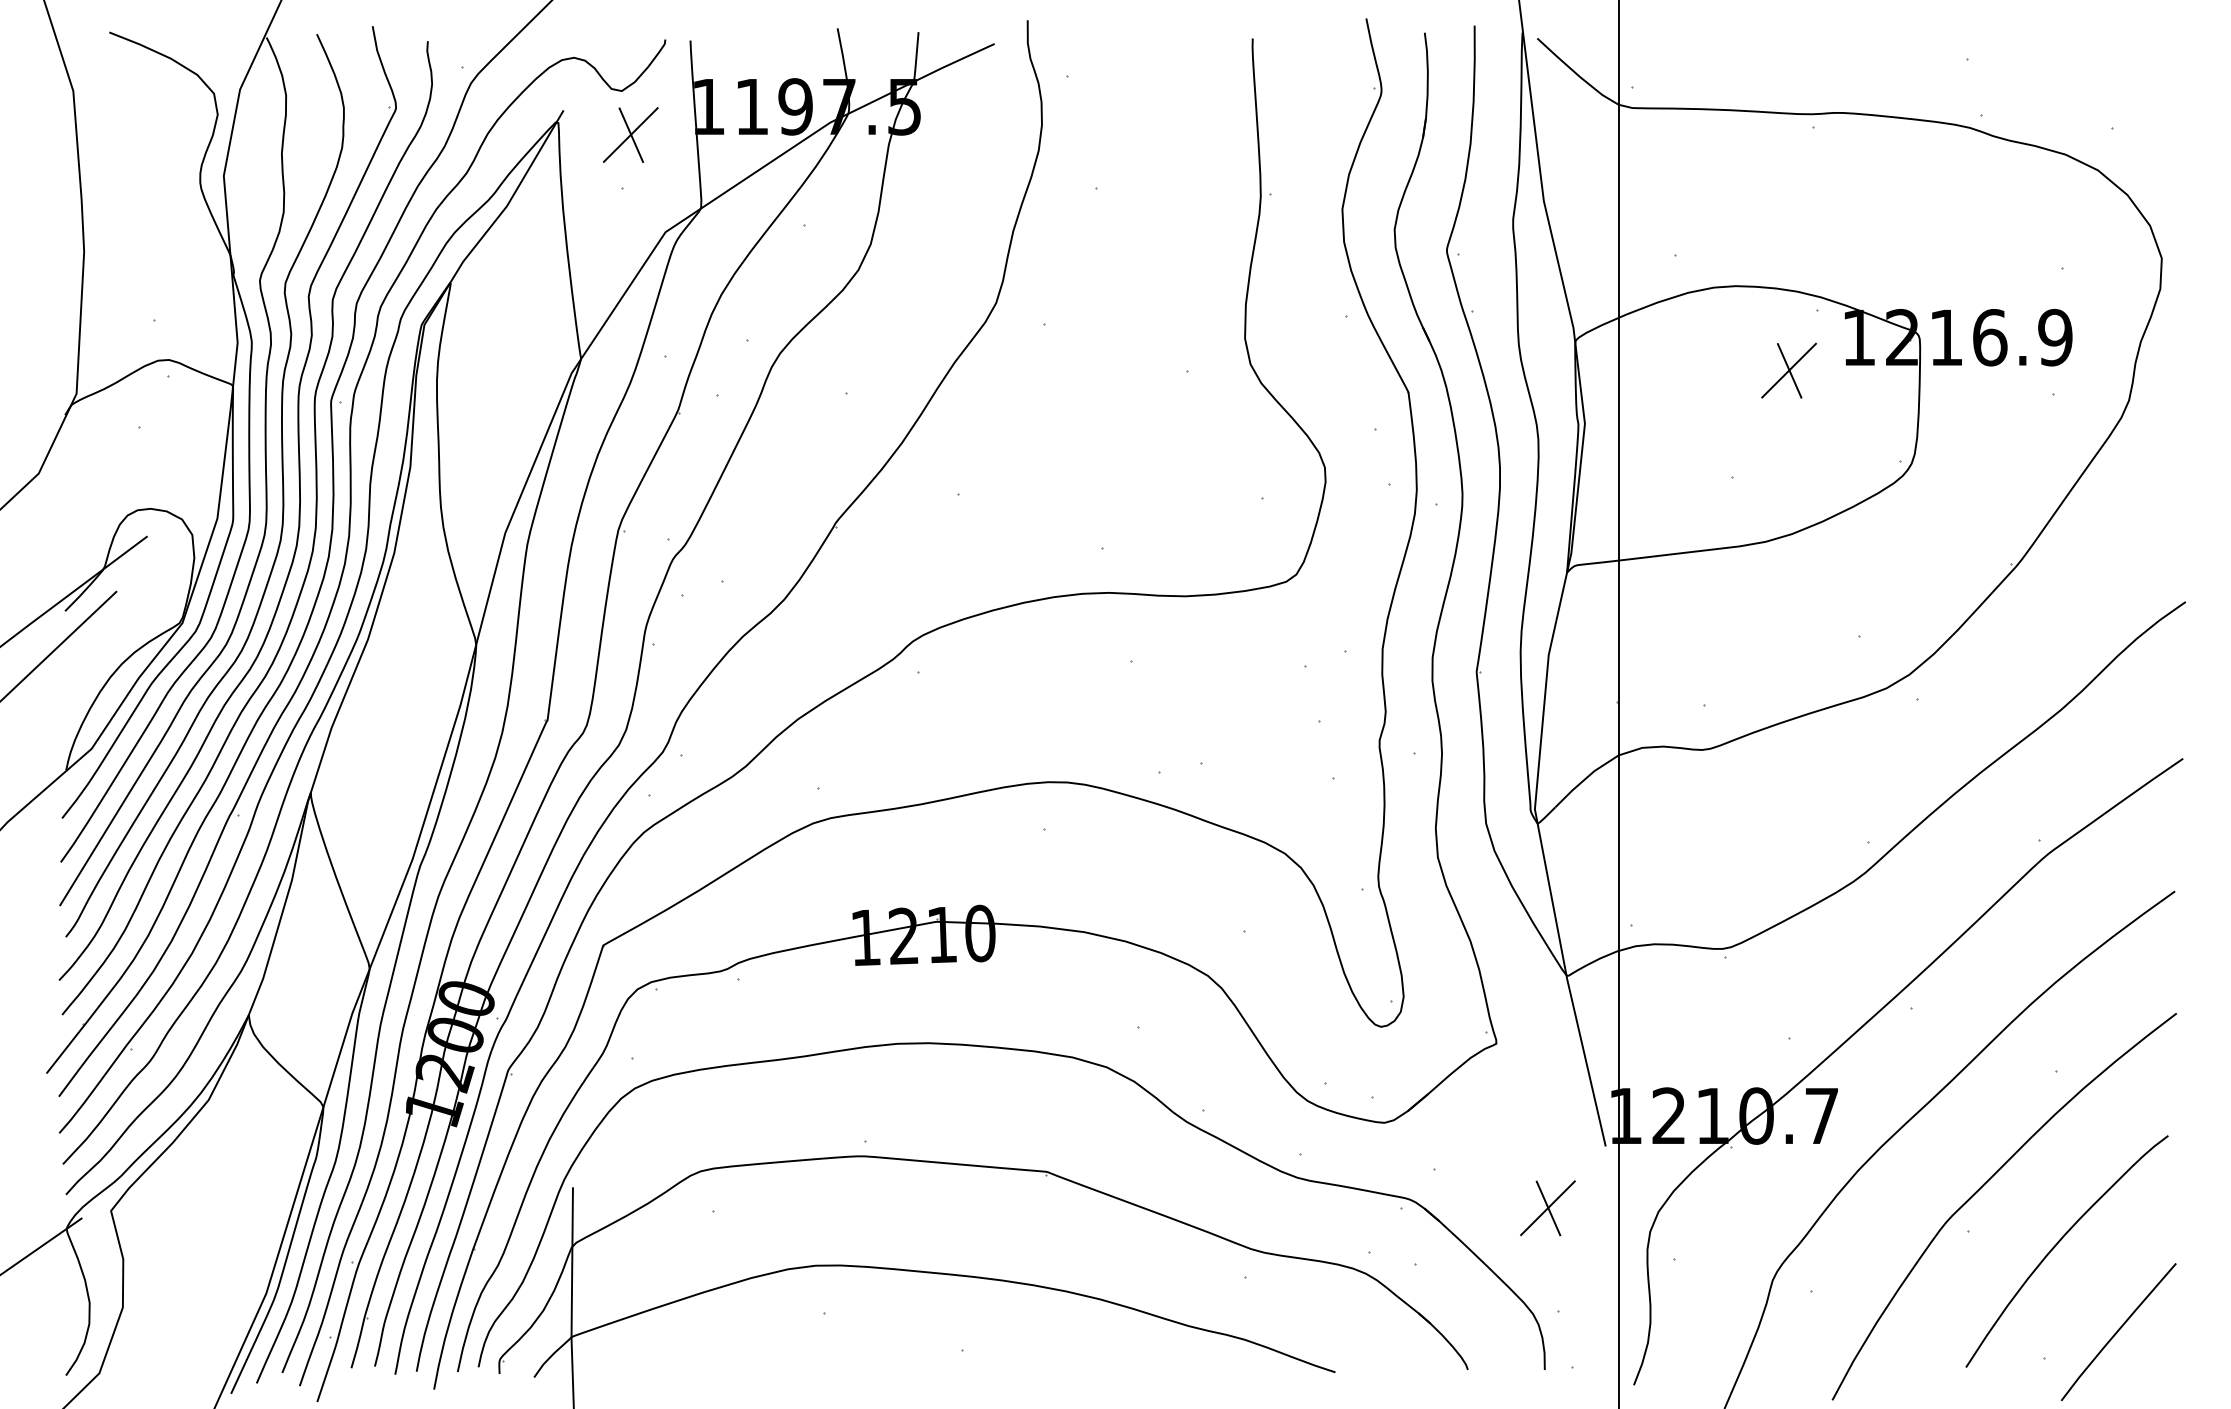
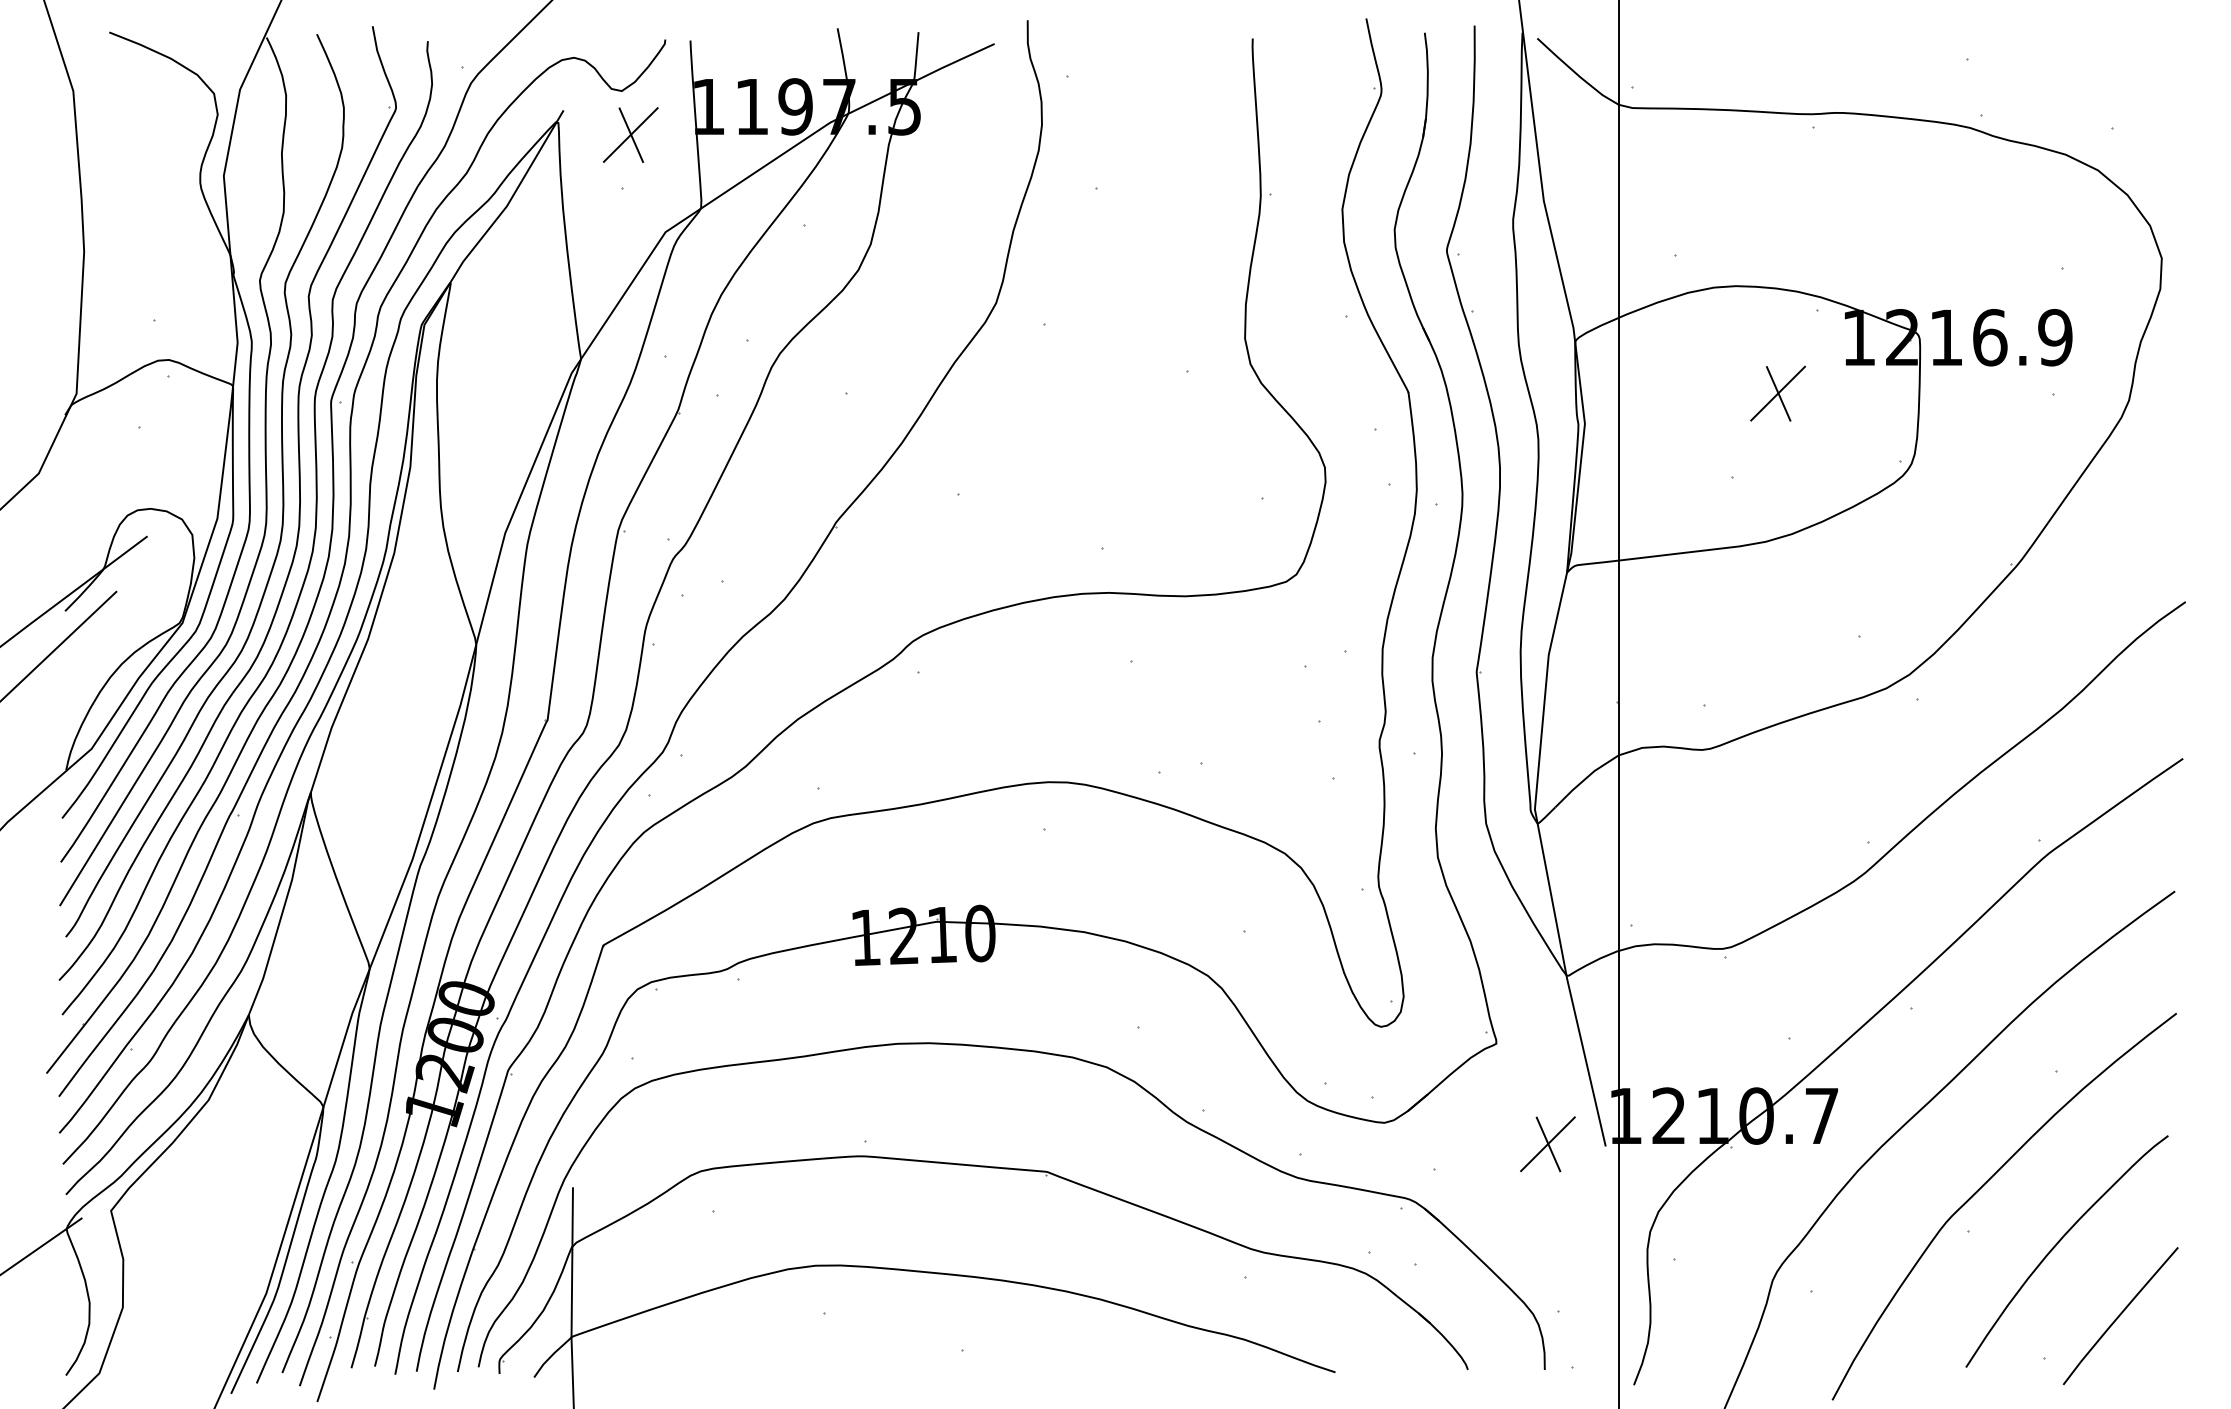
part at (1788, 370) position: (1788, 370) -> (1777, 393)
part at (1547, 1208) position: (1547, 1208) -> (1547, 1144)
line at (2118, 1331) position: (2118, 1331) -> (2120, 1315)
